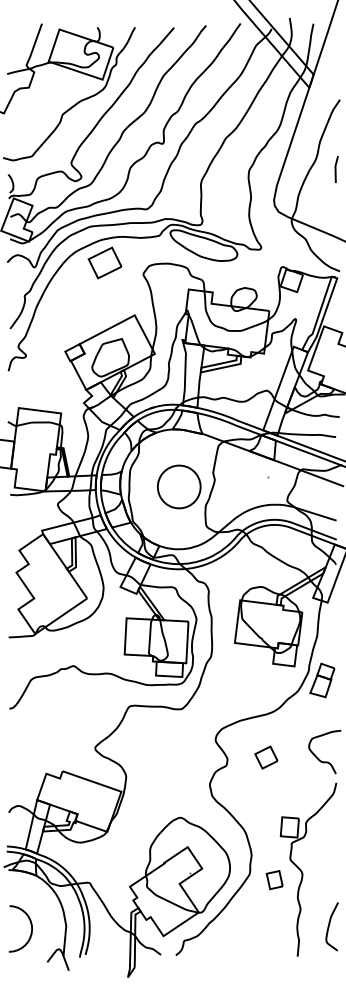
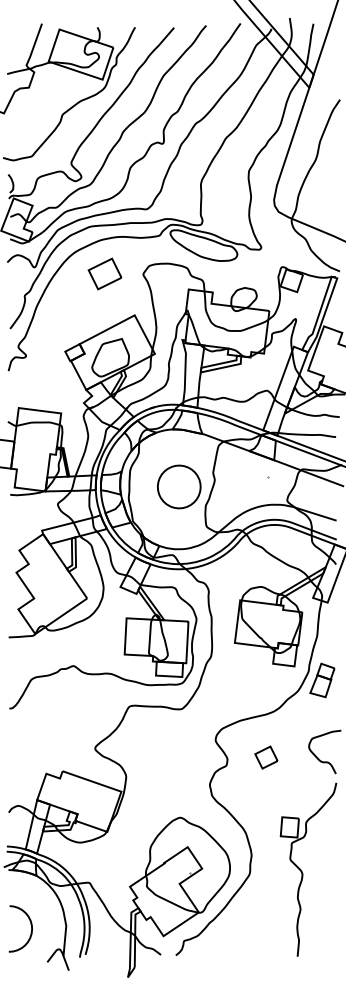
line at (336, 169): present -> none
part at (104, 262) position: (104, 262) -> (104, 273)
part at (274, 880): present -> none
curve at (329, 926): present -> none
